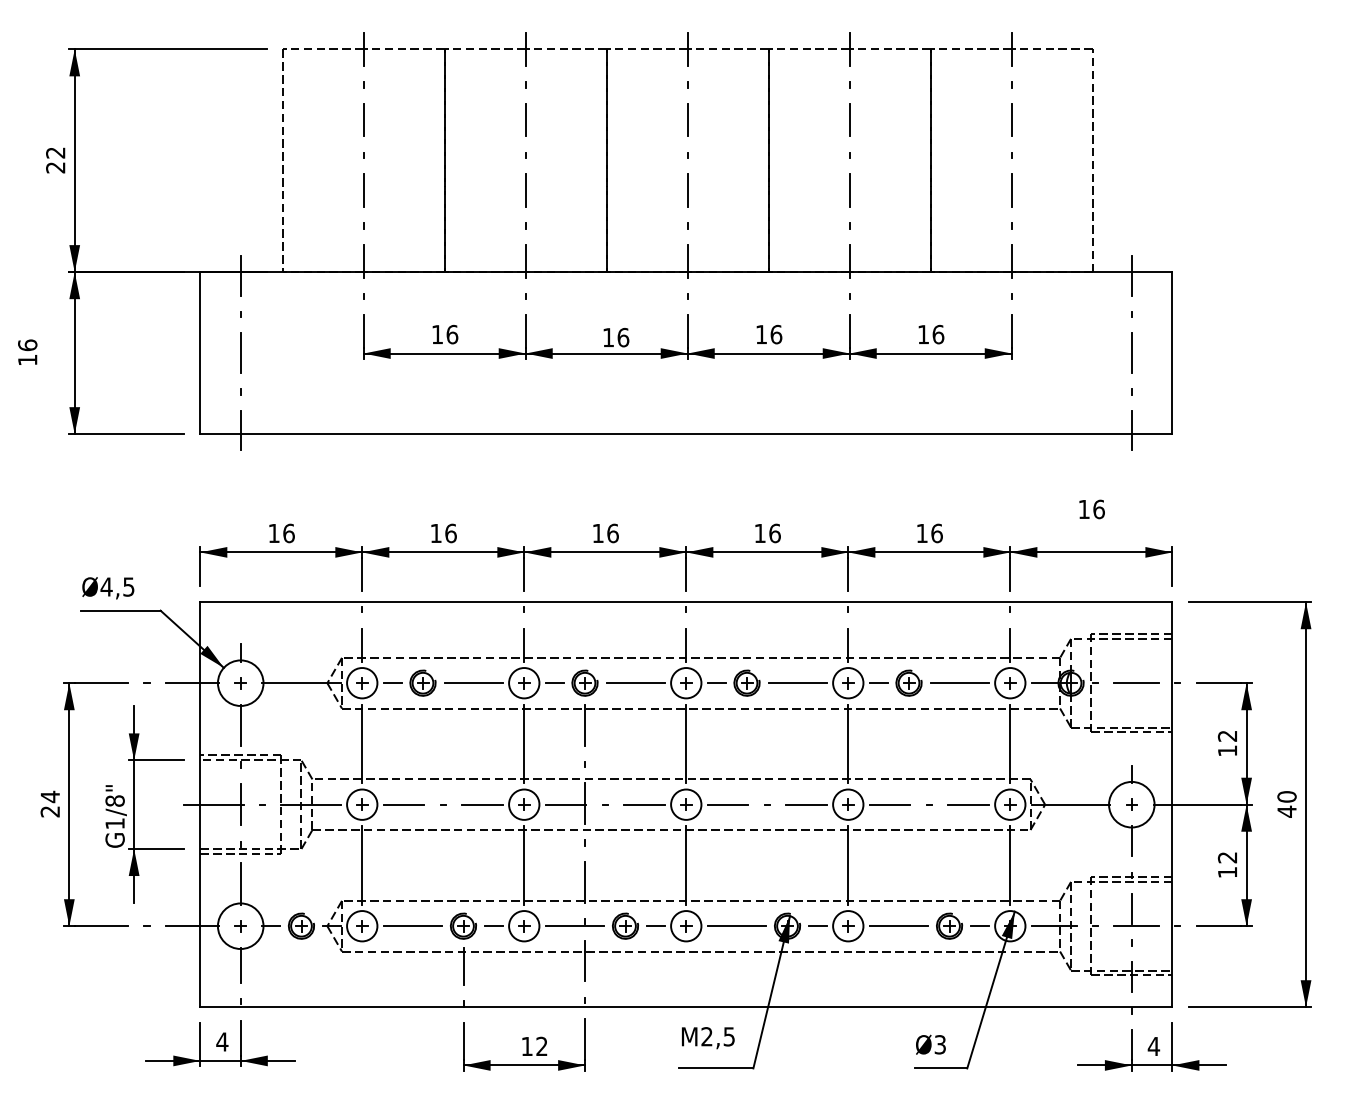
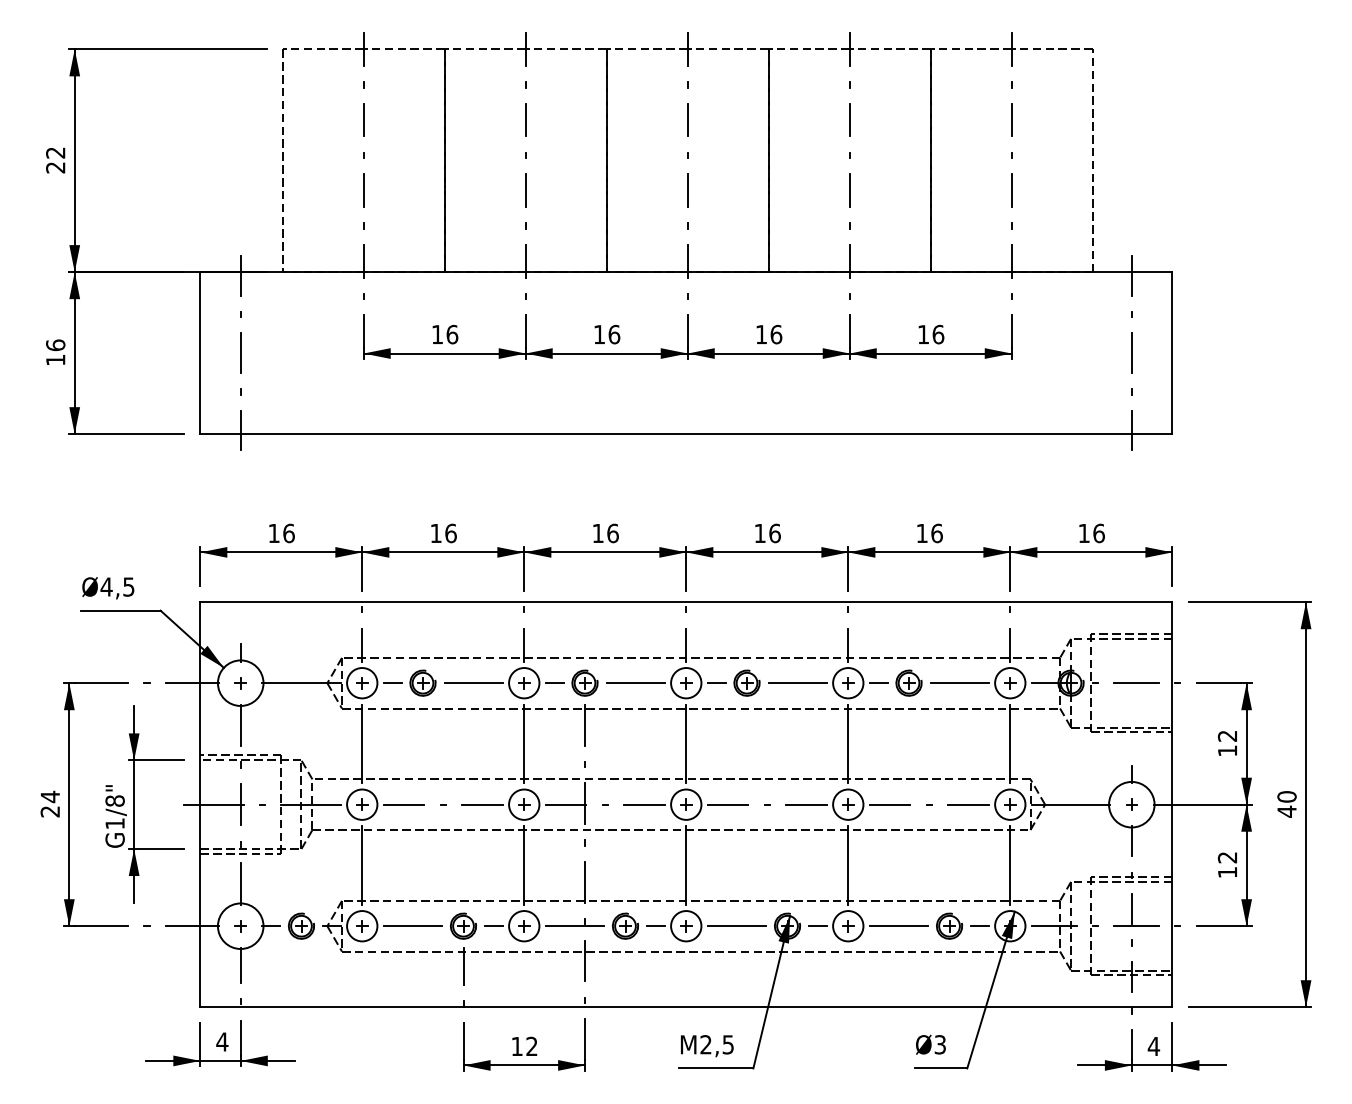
text at (616, 337) position: (616, 337) -> (607, 334)
text at (27, 351) position: (27, 351) -> (55, 351)
text at (1091, 509) position: (1091, 509) -> (1091, 533)
text at (708, 1038) position: (708, 1038) -> (707, 1046)
text at (534, 1045) position: (534, 1045) -> (524, 1045)
